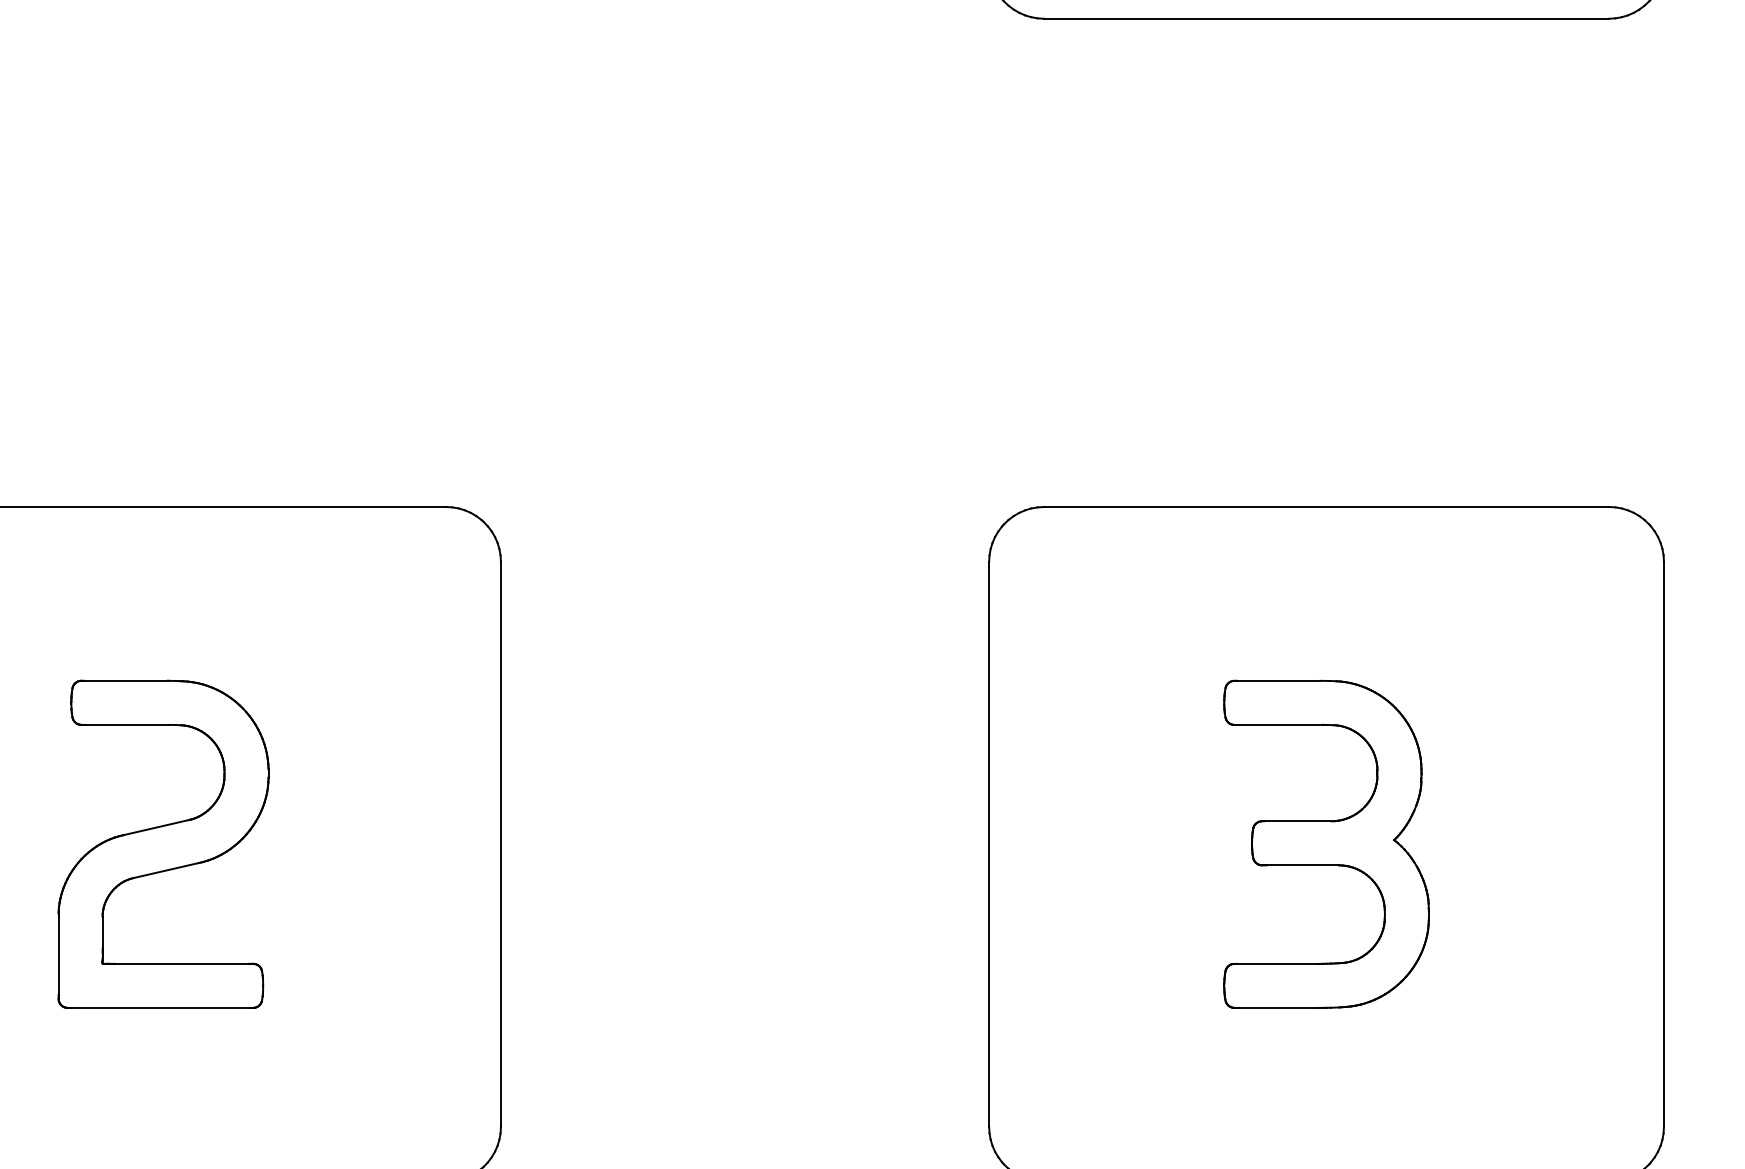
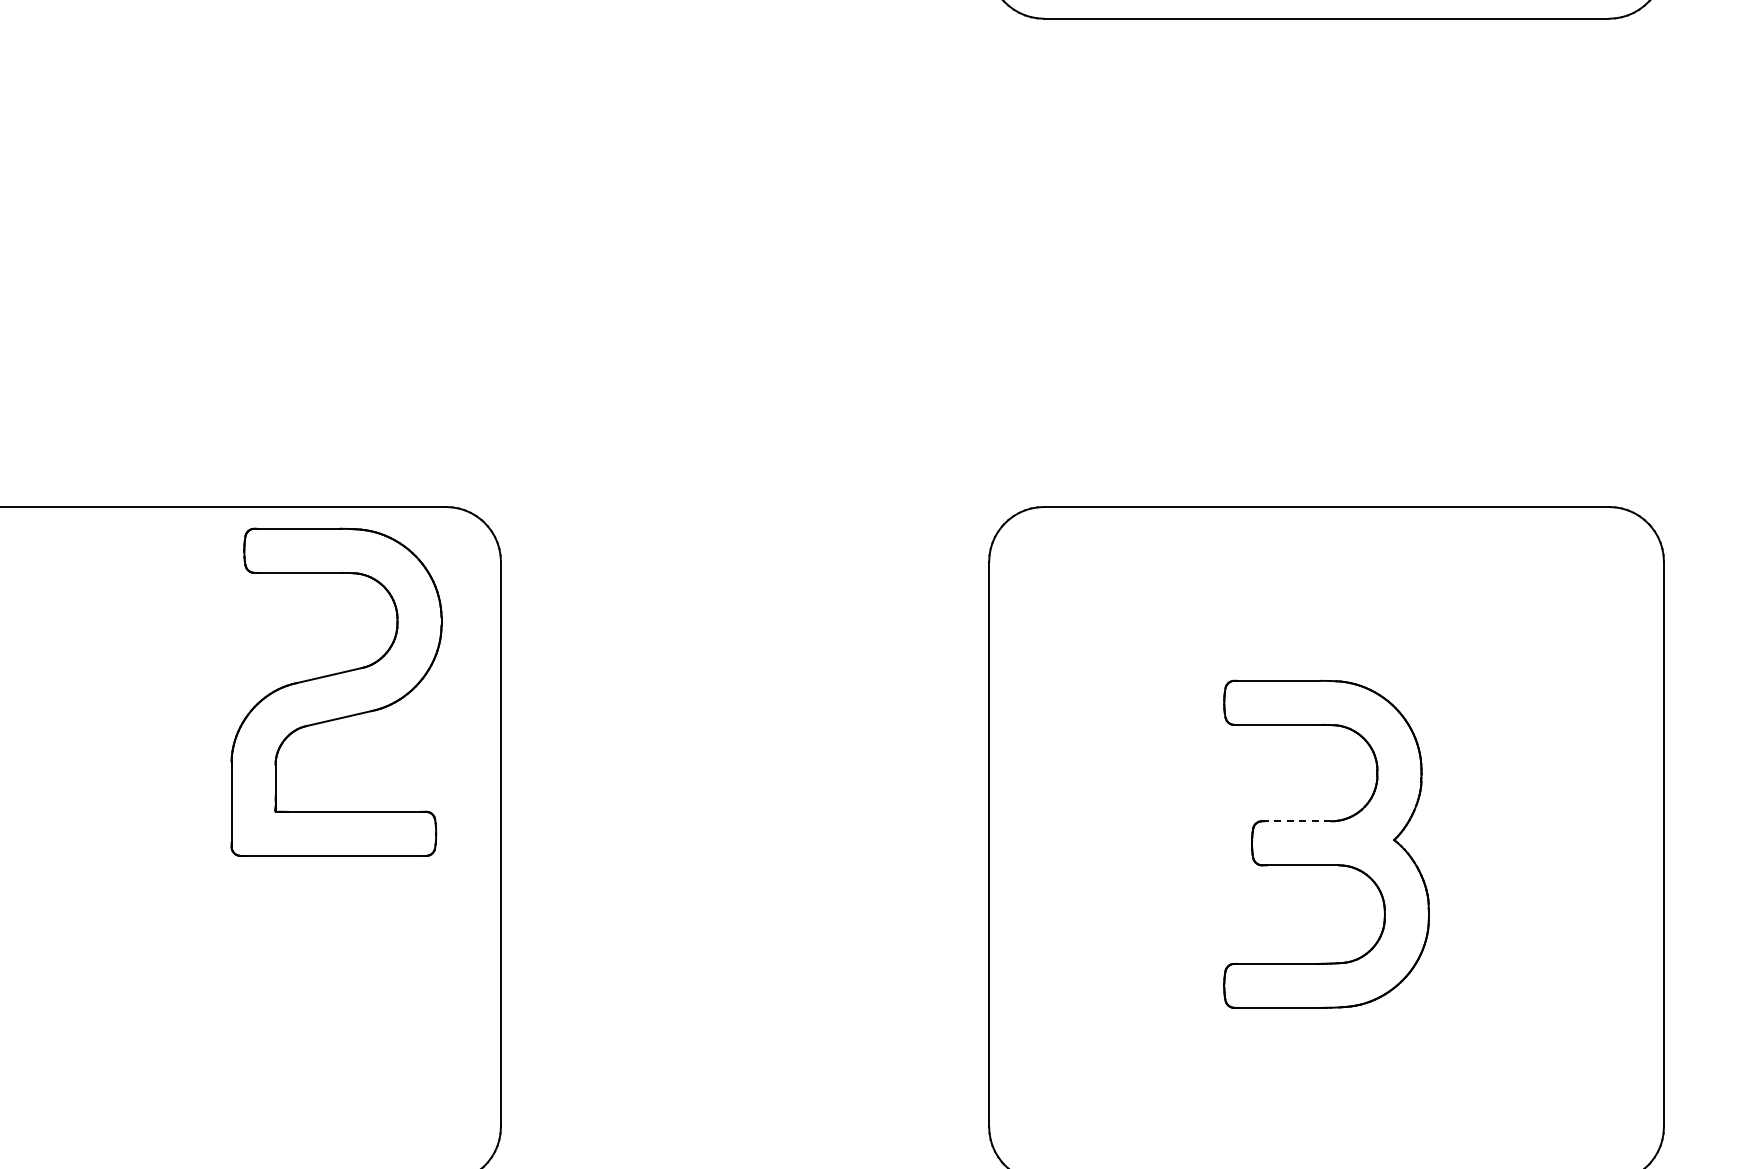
line at (1296, 821): solid -> dashed
part at (163, 843) position: (163, 843) -> (336, 691)
